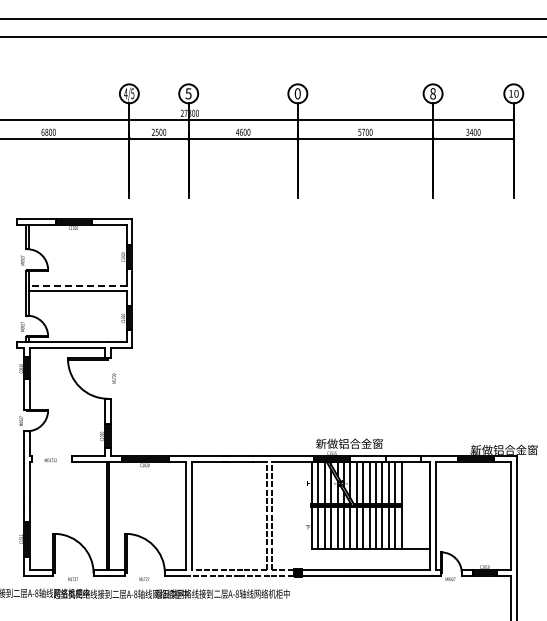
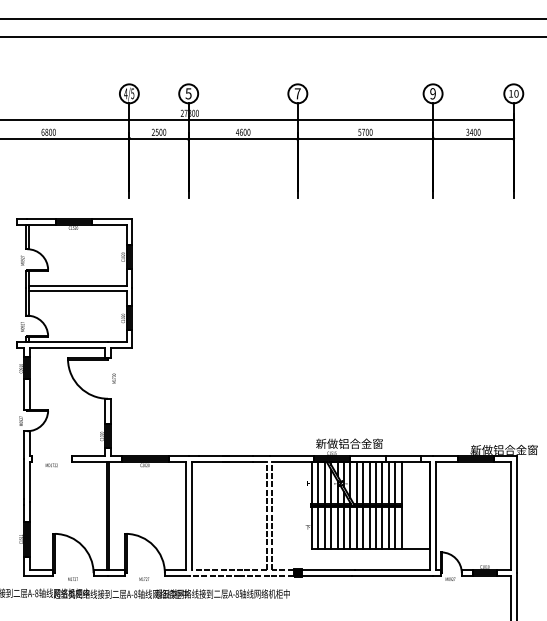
text at (297, 93): 0 -> 7
text at (432, 93): 8 -> 9
line at (77, 285): dashed -> solid
text at (50, 460) position: (50, 460) -> (51, 465)
